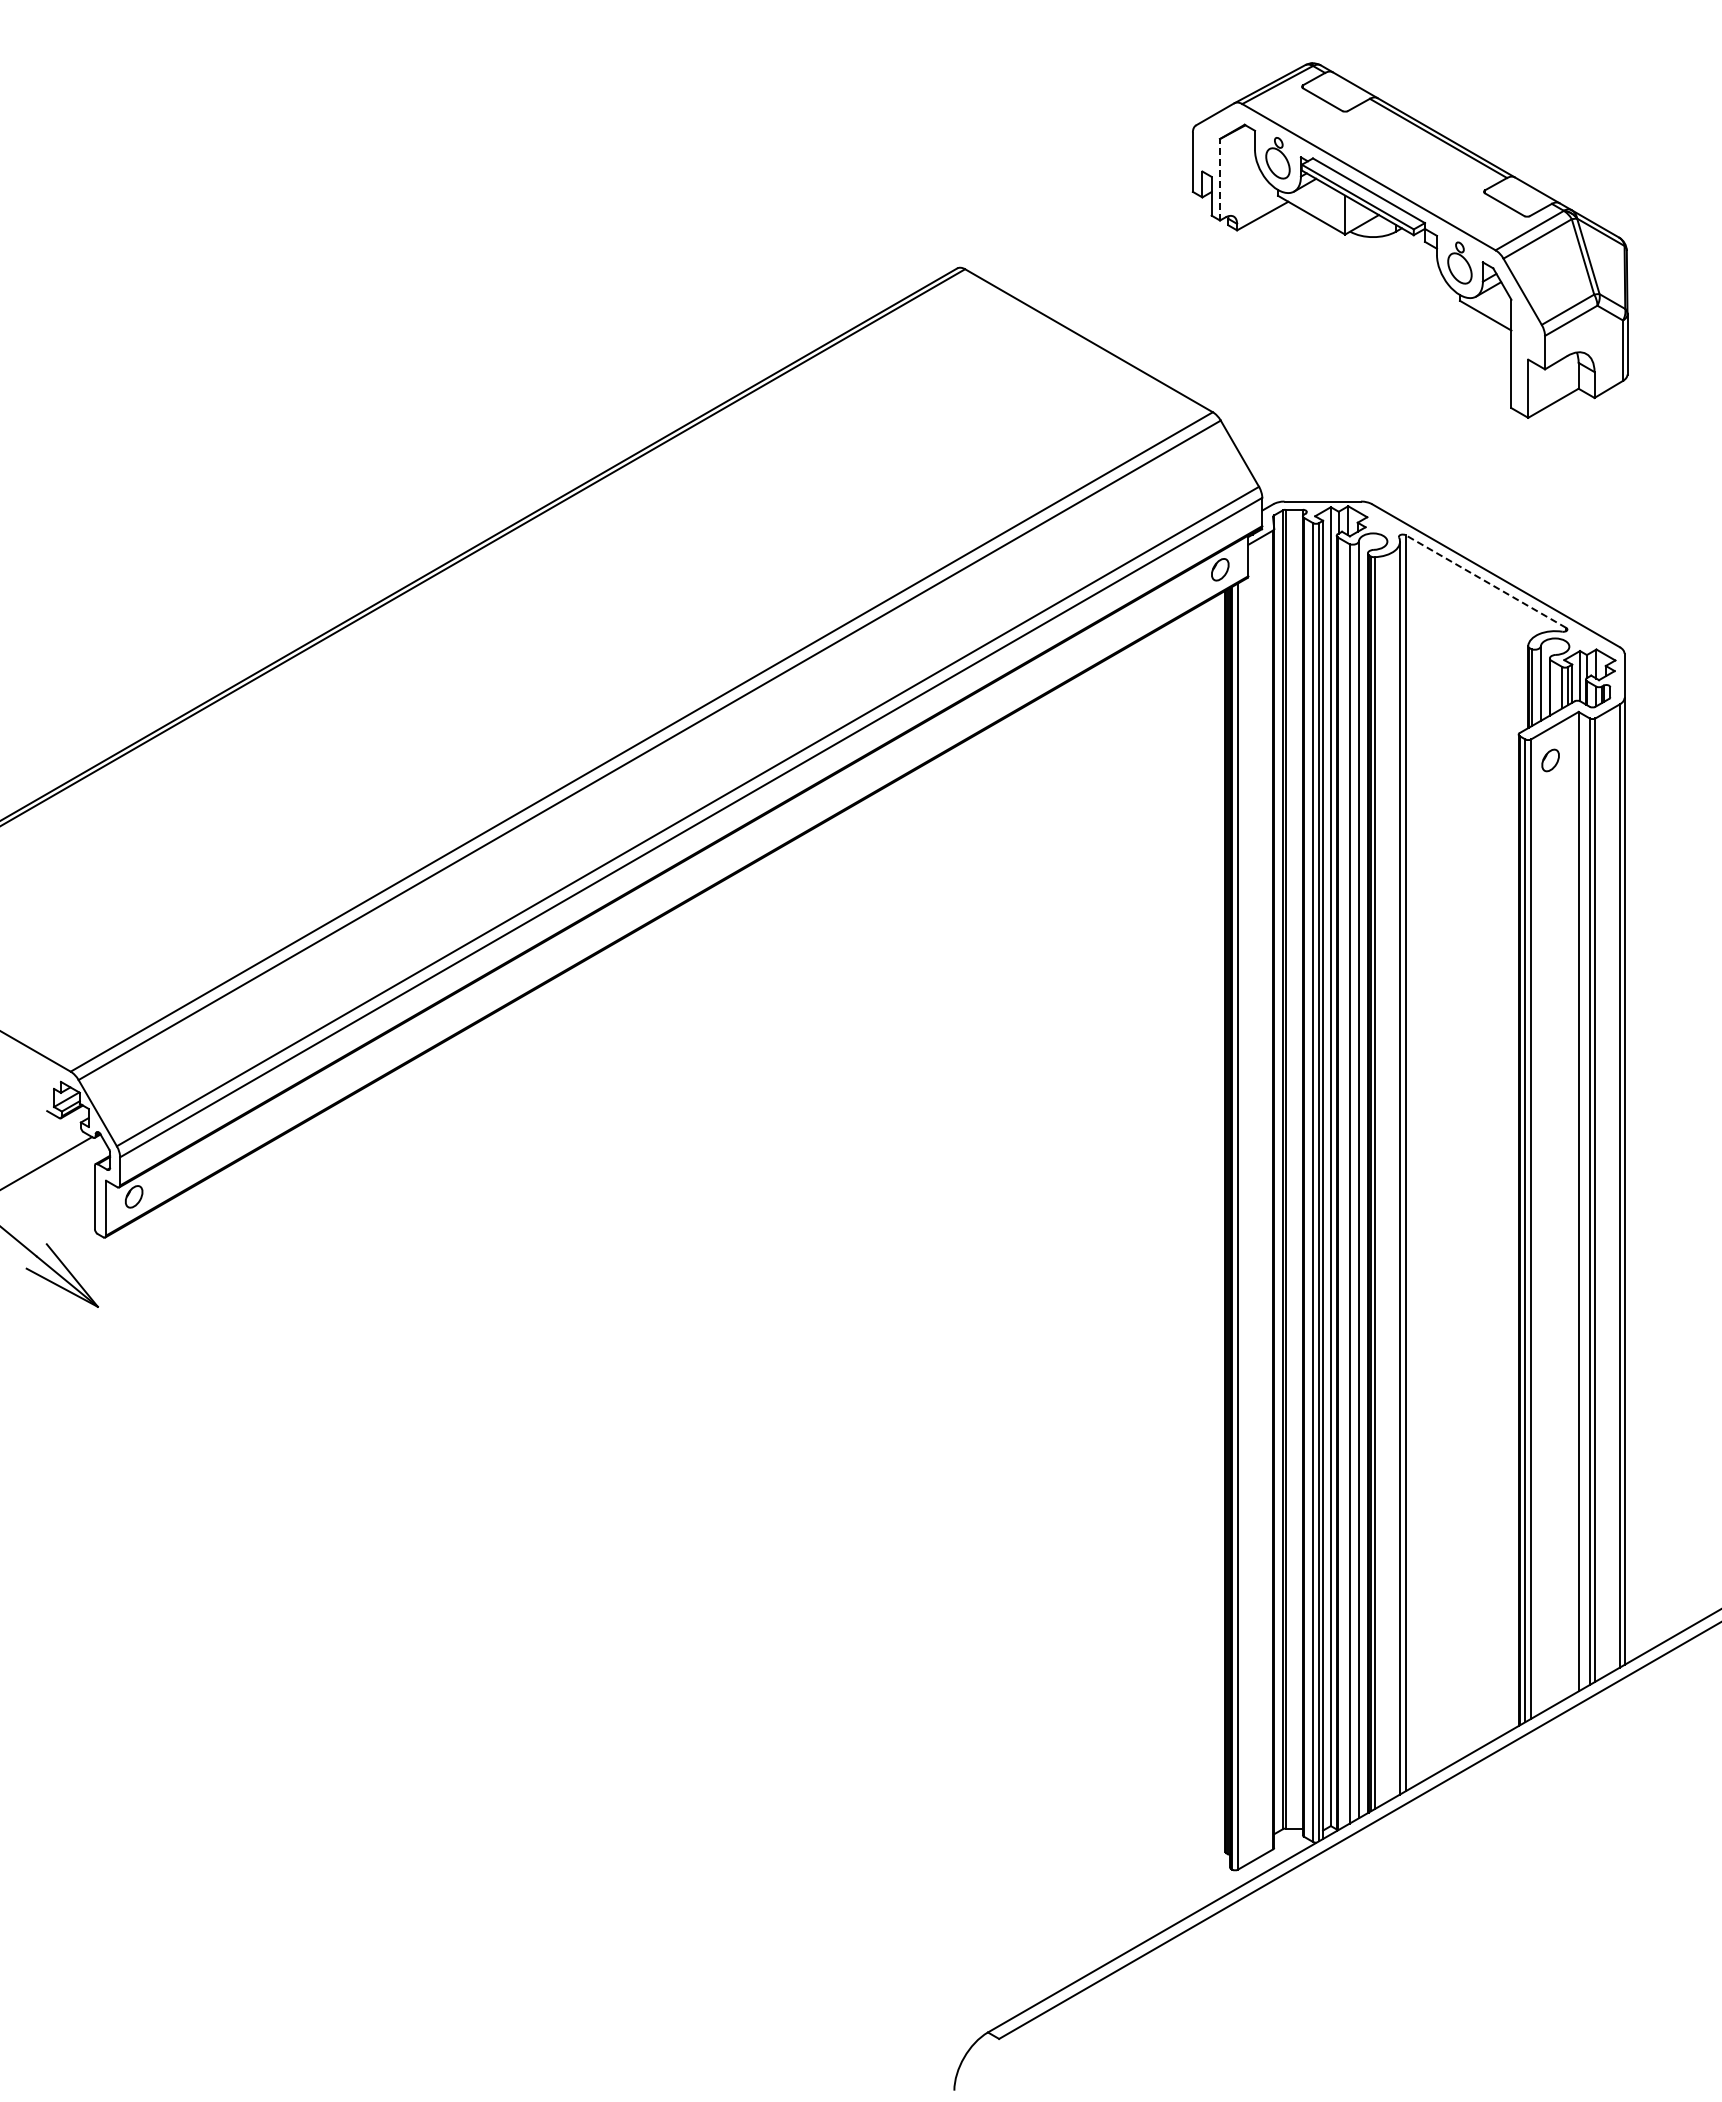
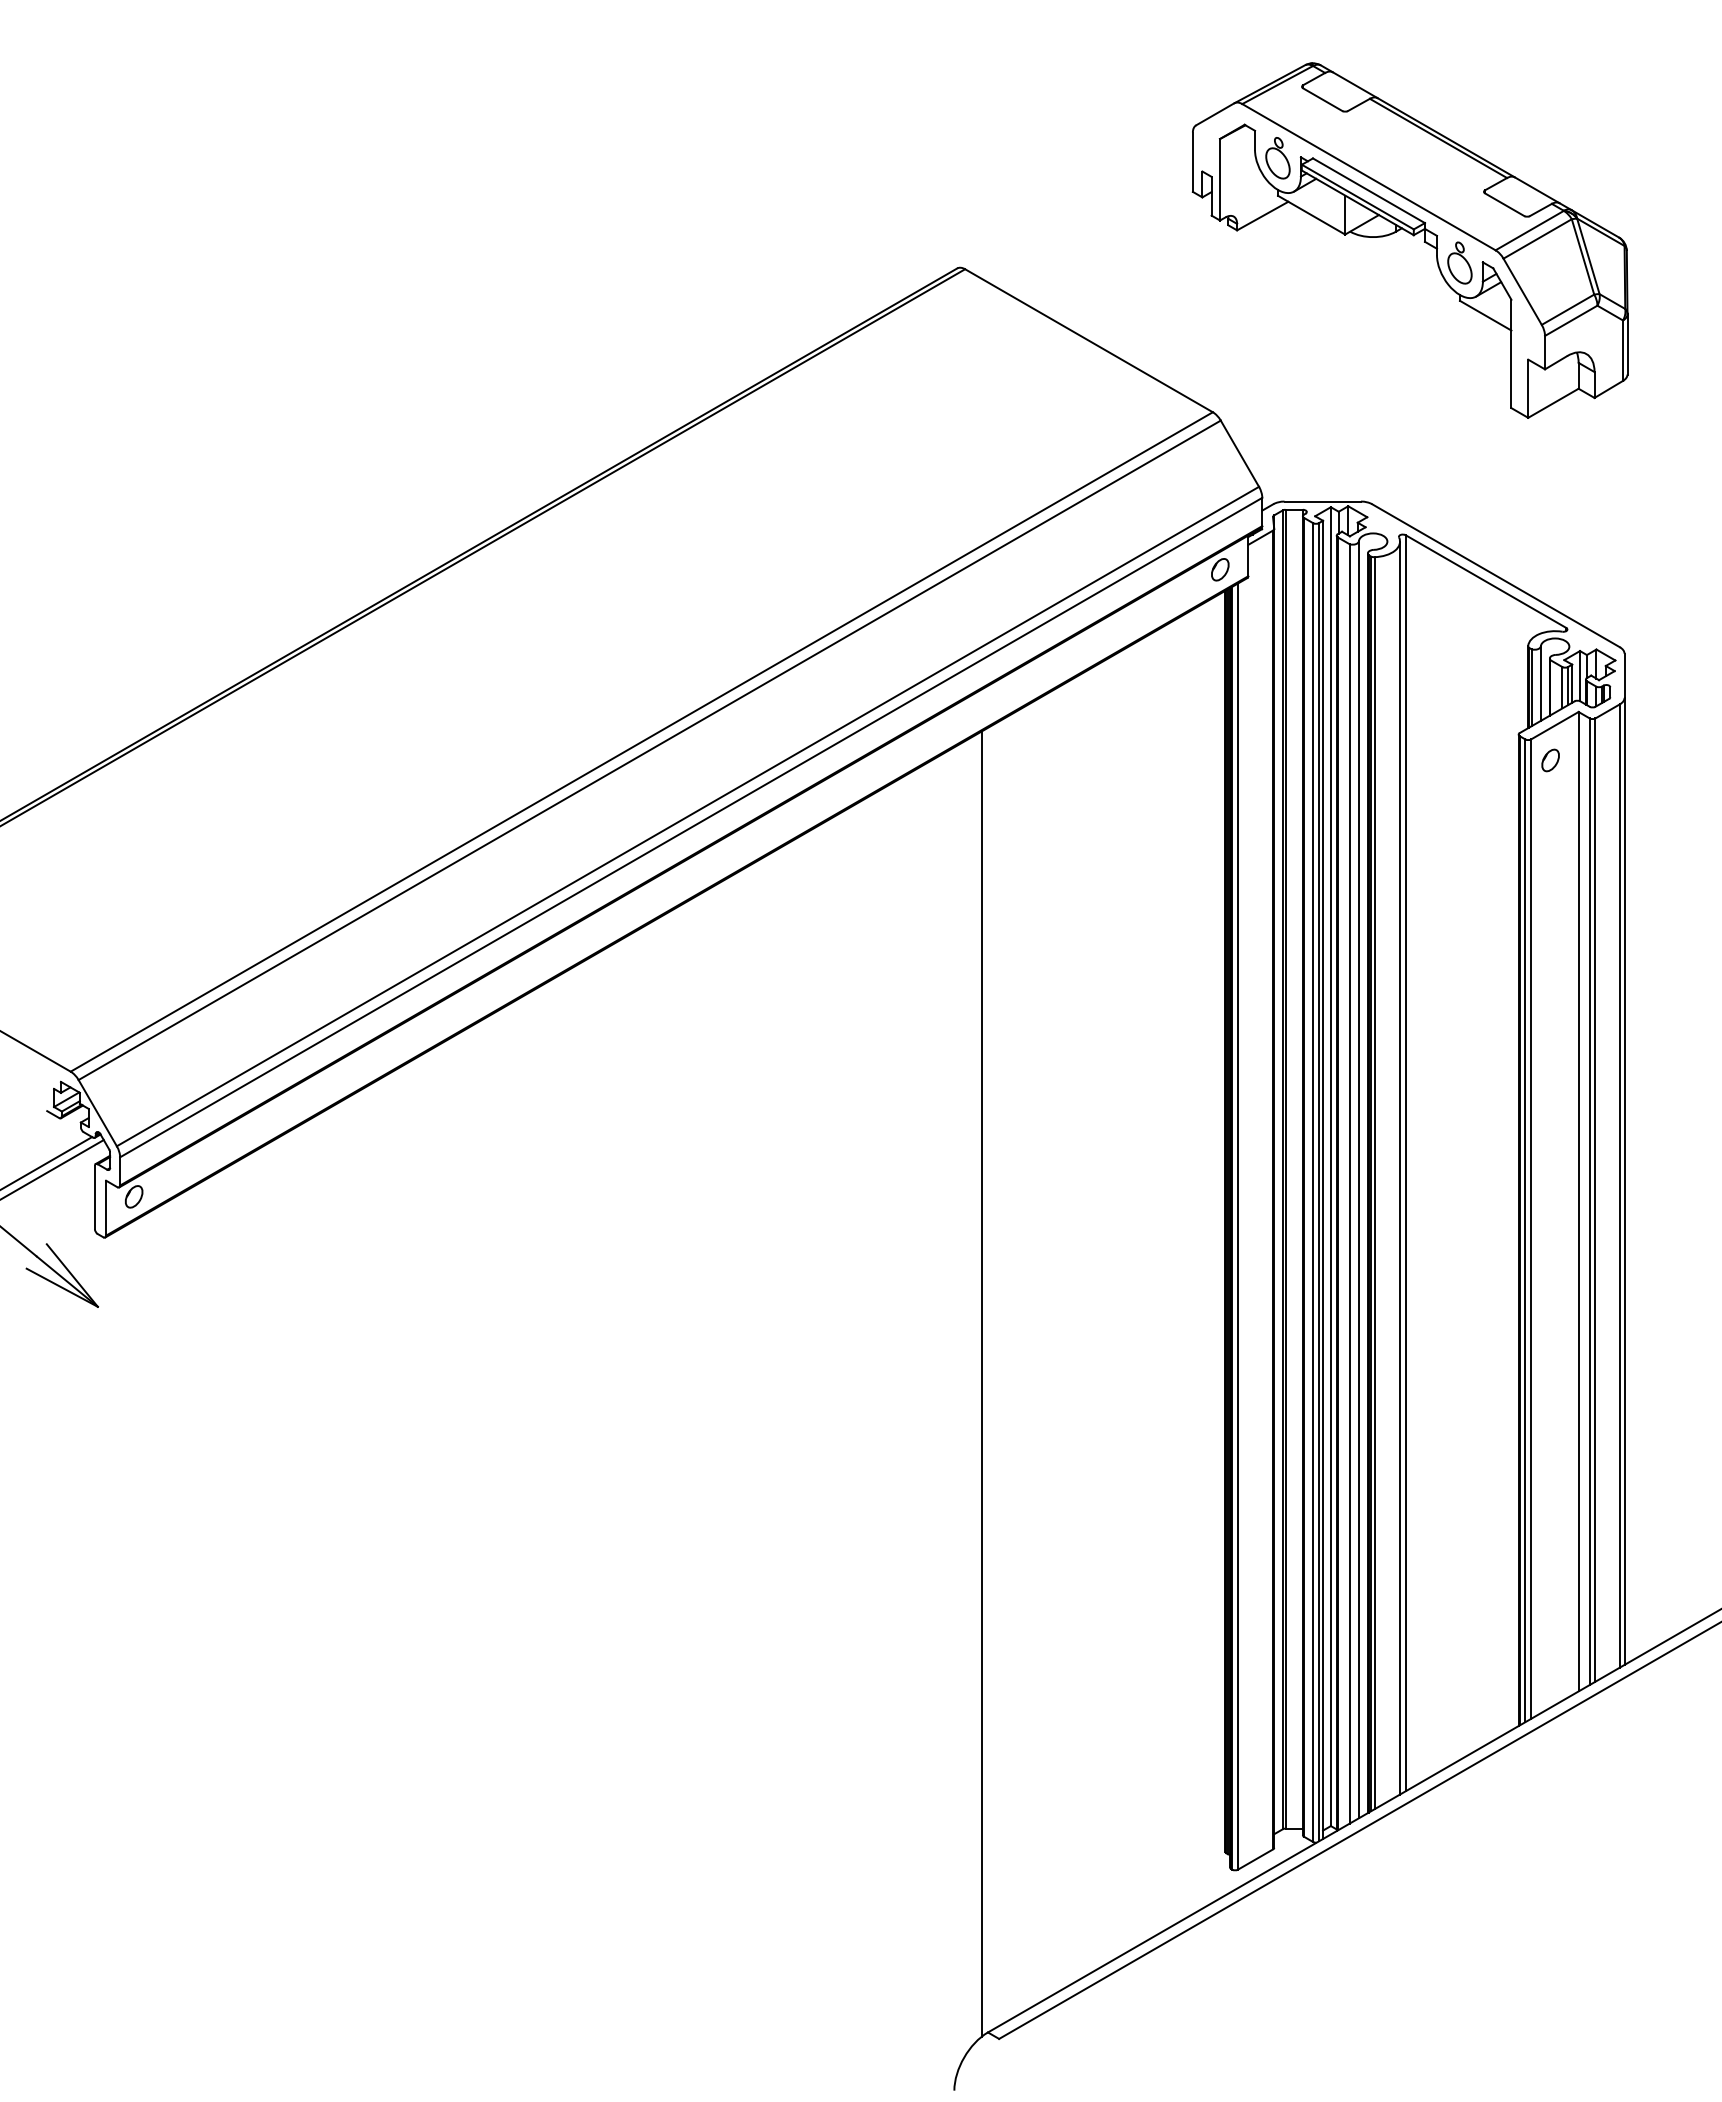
line at (1220, 179): dashed -> solid
line at (1485, 581): dashed -> solid
line at (52, 1169): none -> present
line at (981, 1383): none -> present
